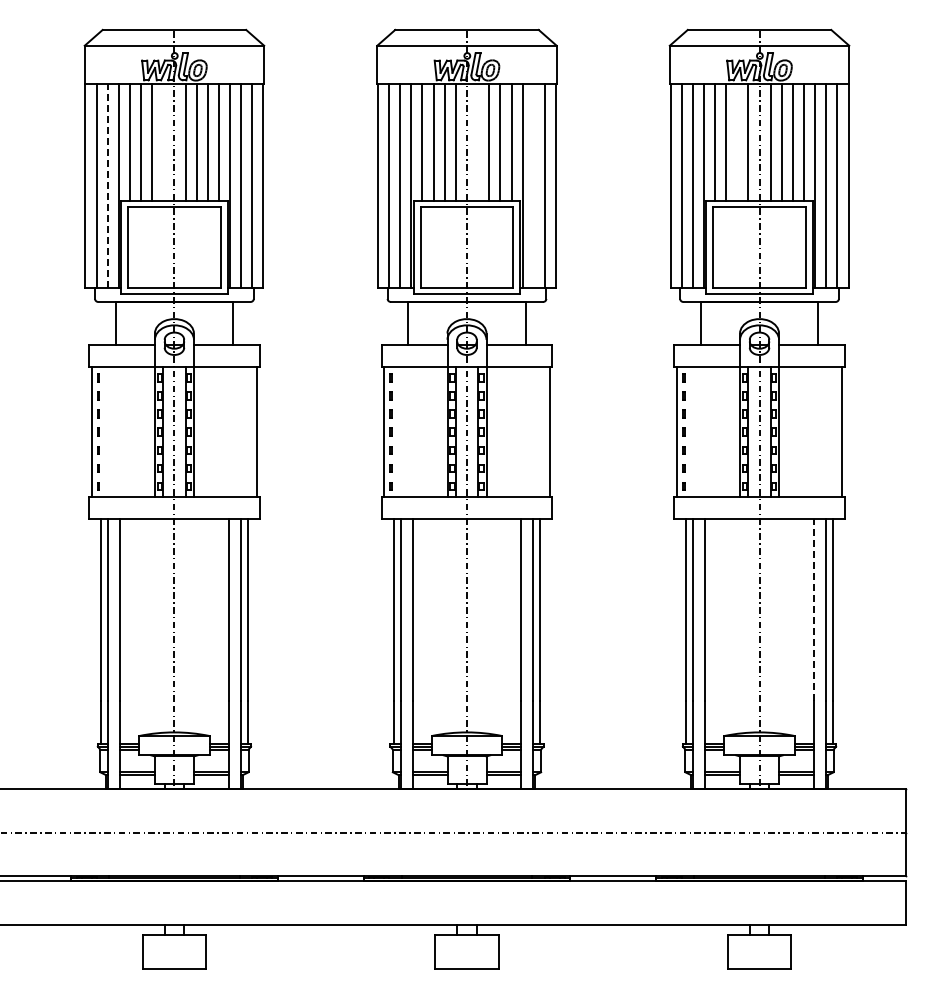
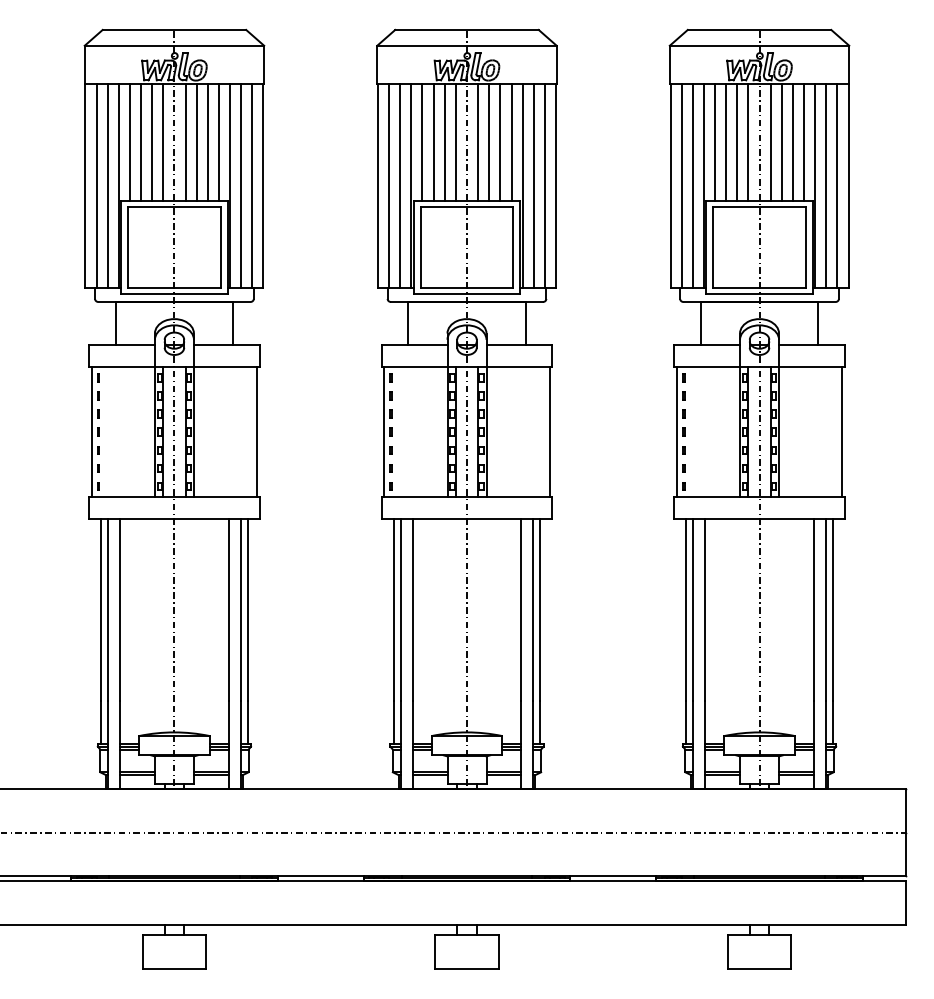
line at (163, 142): none -> present
line at (478, 142): none -> present
line at (737, 142): none -> present
line at (107, 185): dashed -> solid
line at (533, 186): none -> present
line at (814, 609): dashed -> solid
